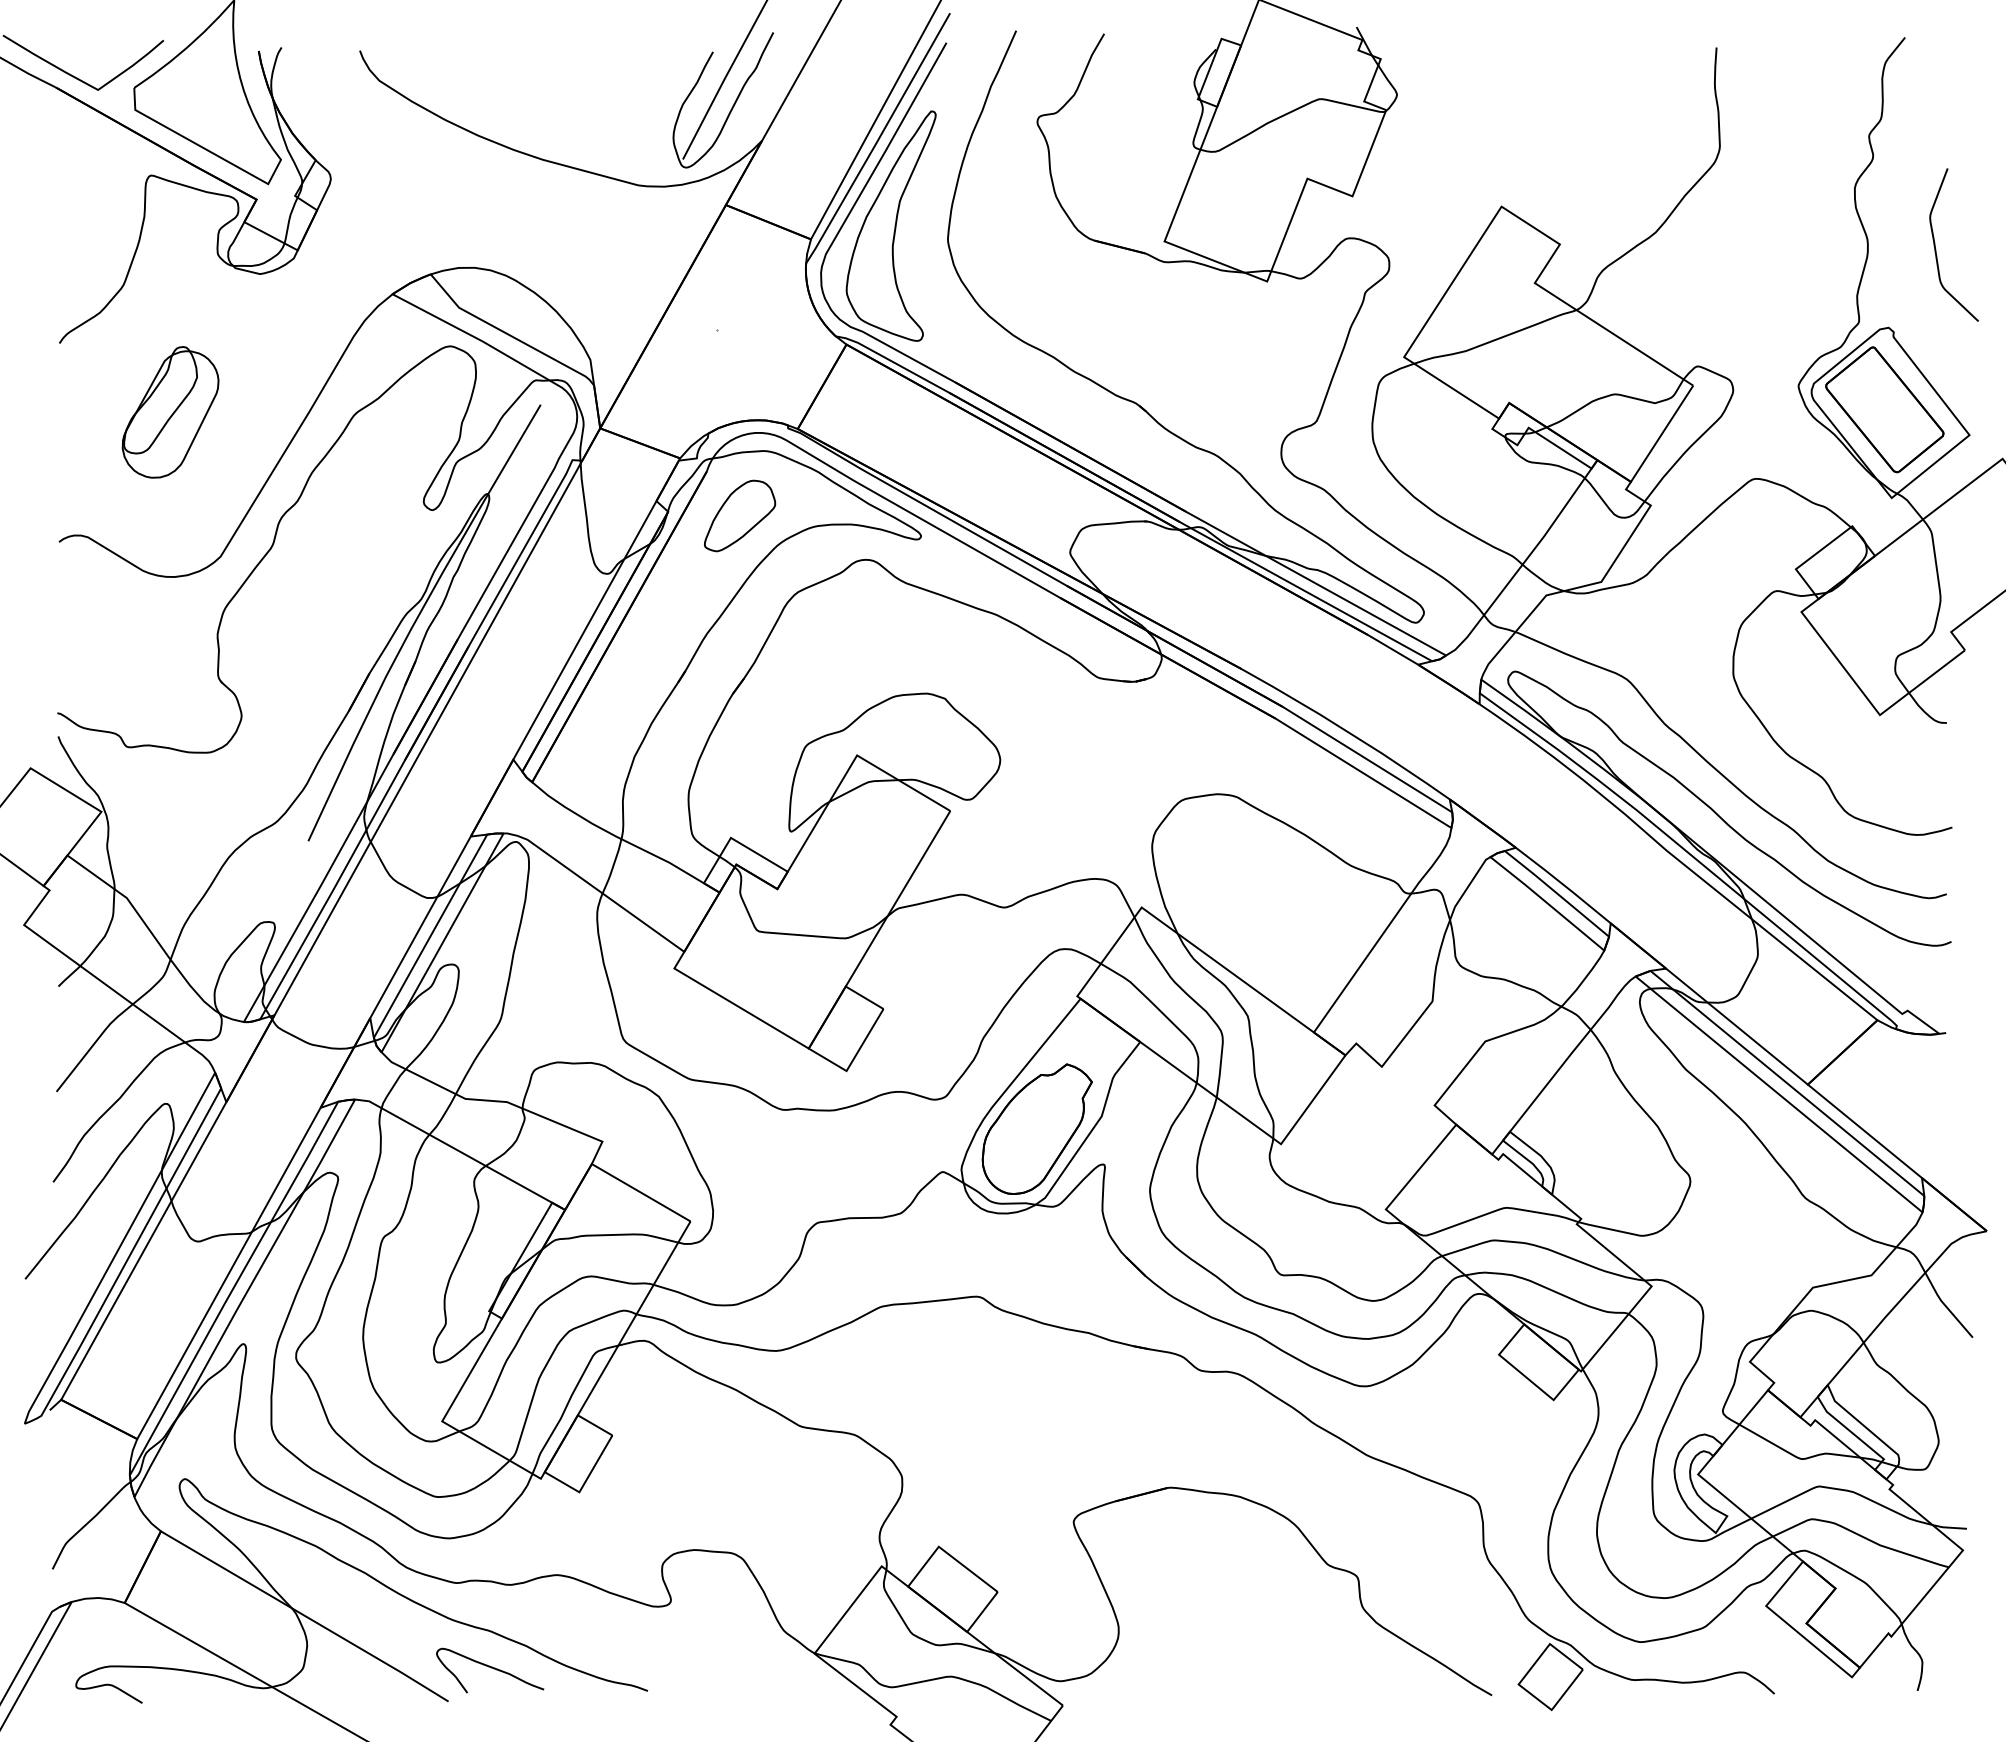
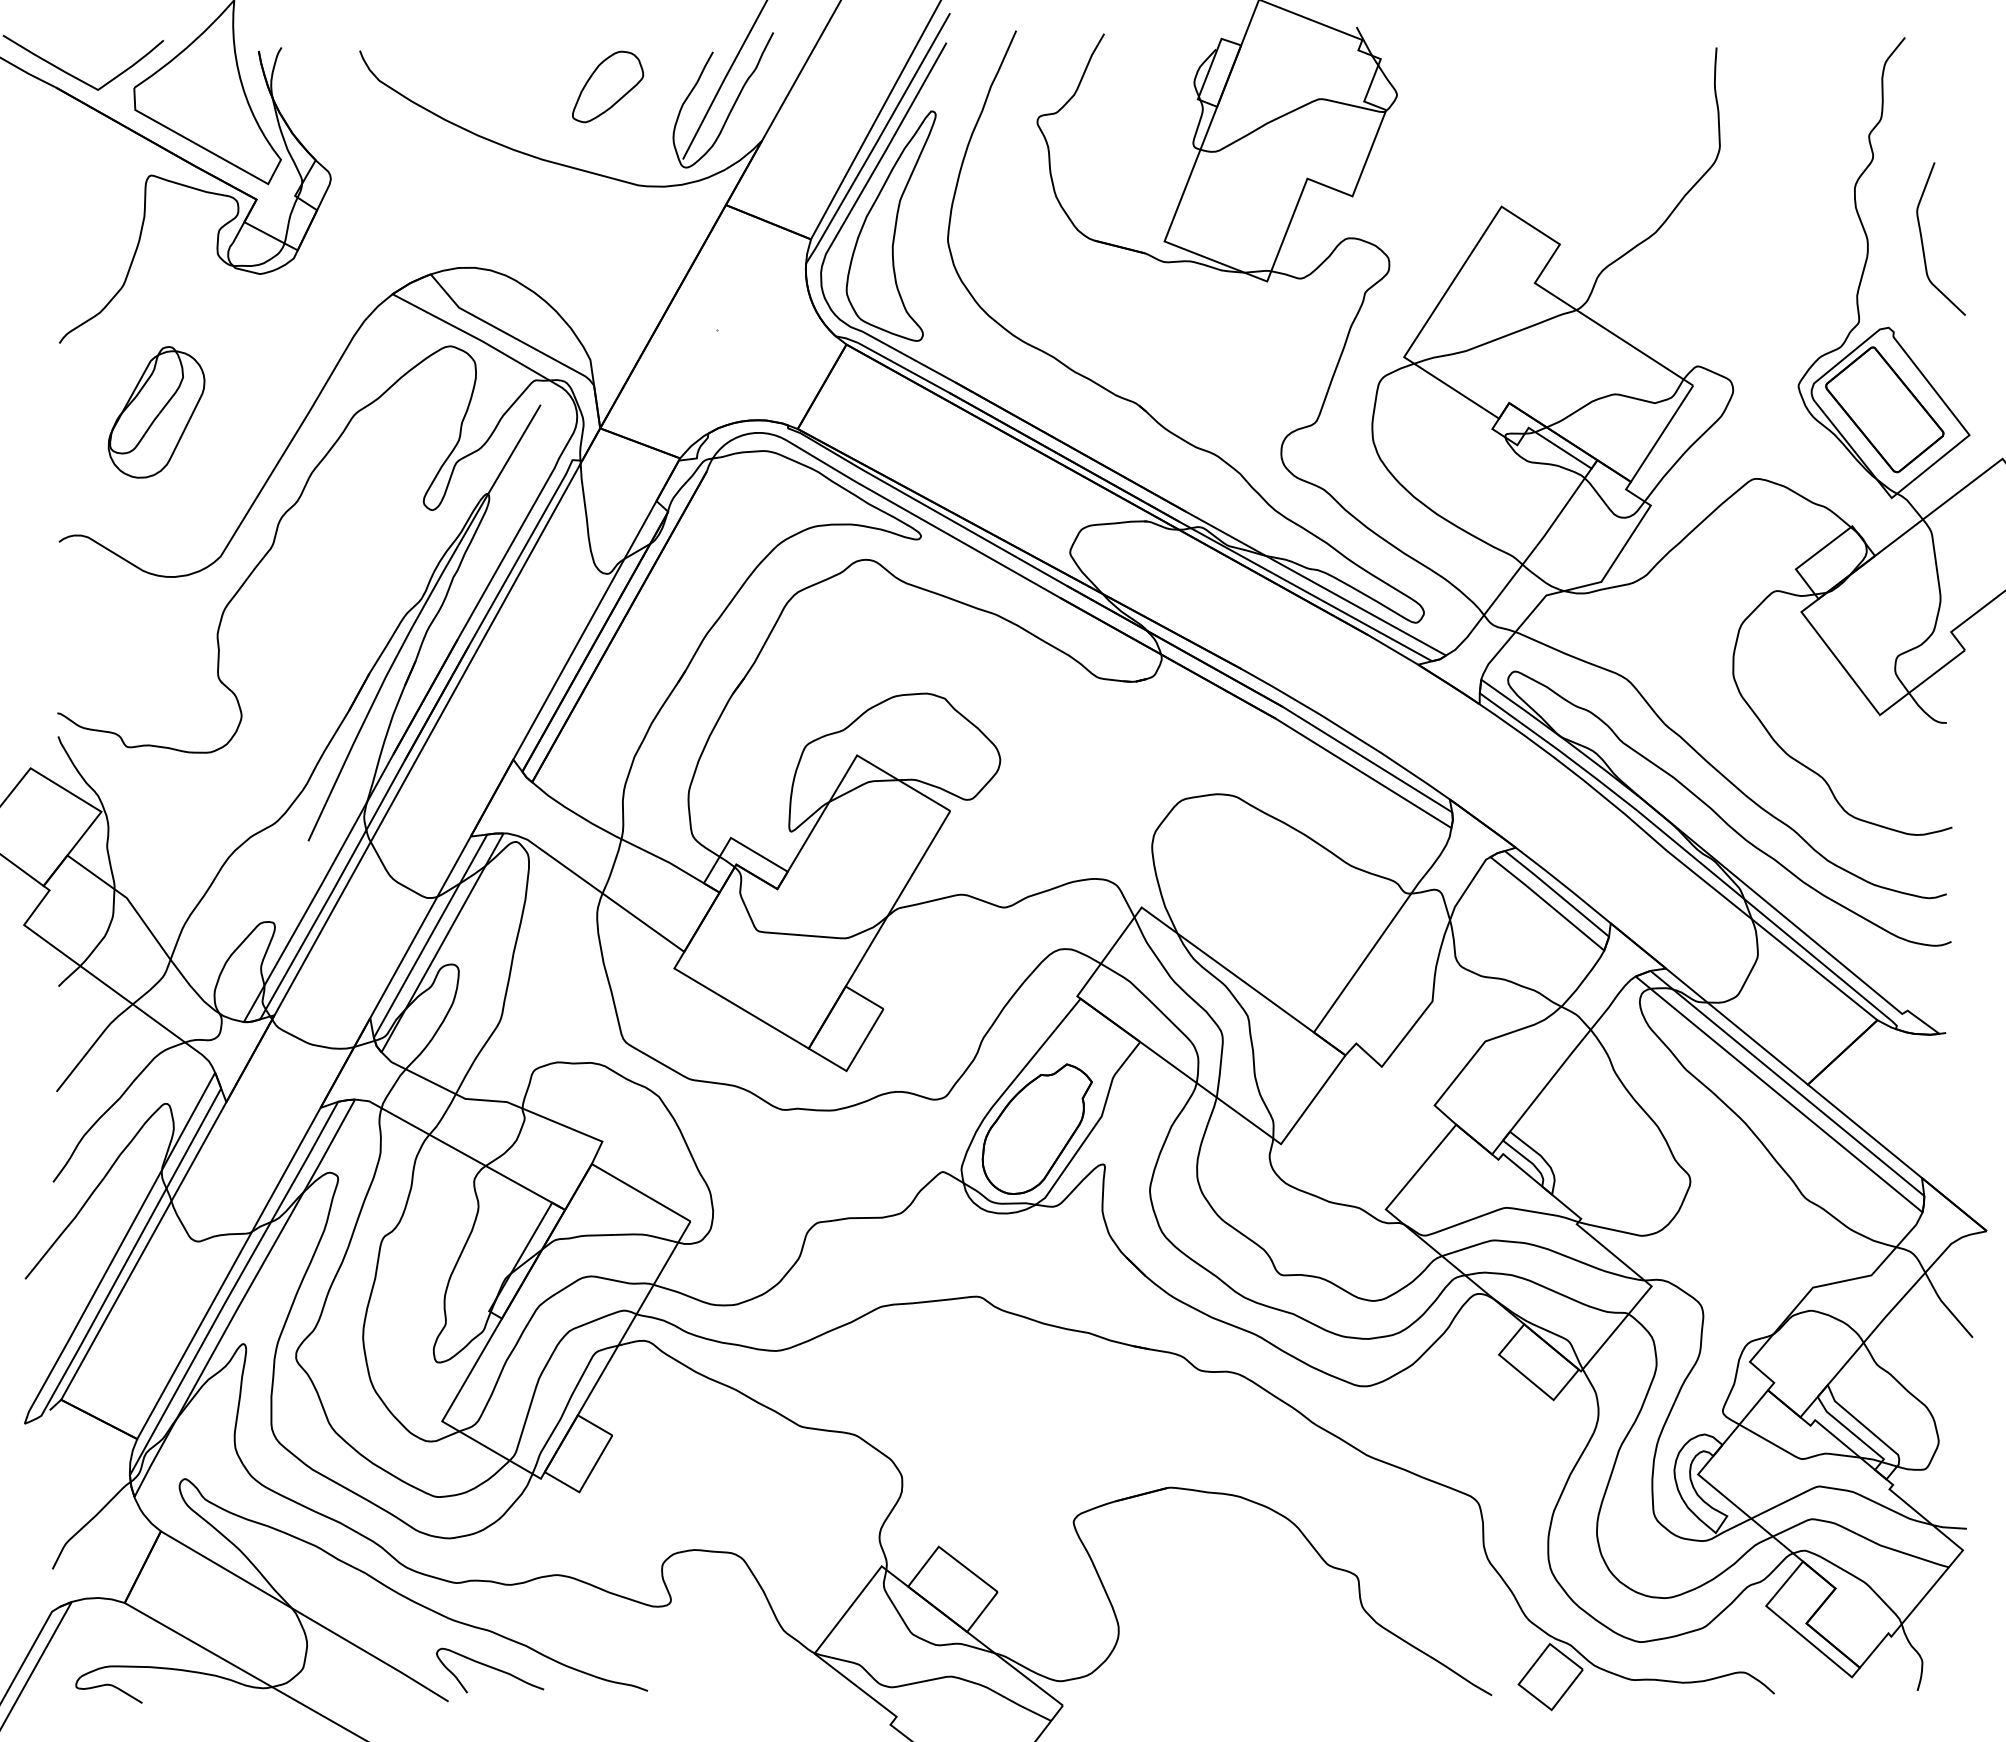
curve at (1936, 249) position: (1936, 249) -> (1923, 243)
part at (170, 412) position: (170, 412) -> (156, 412)
part at (740, 515) position: (740, 515) -> (608, 86)
